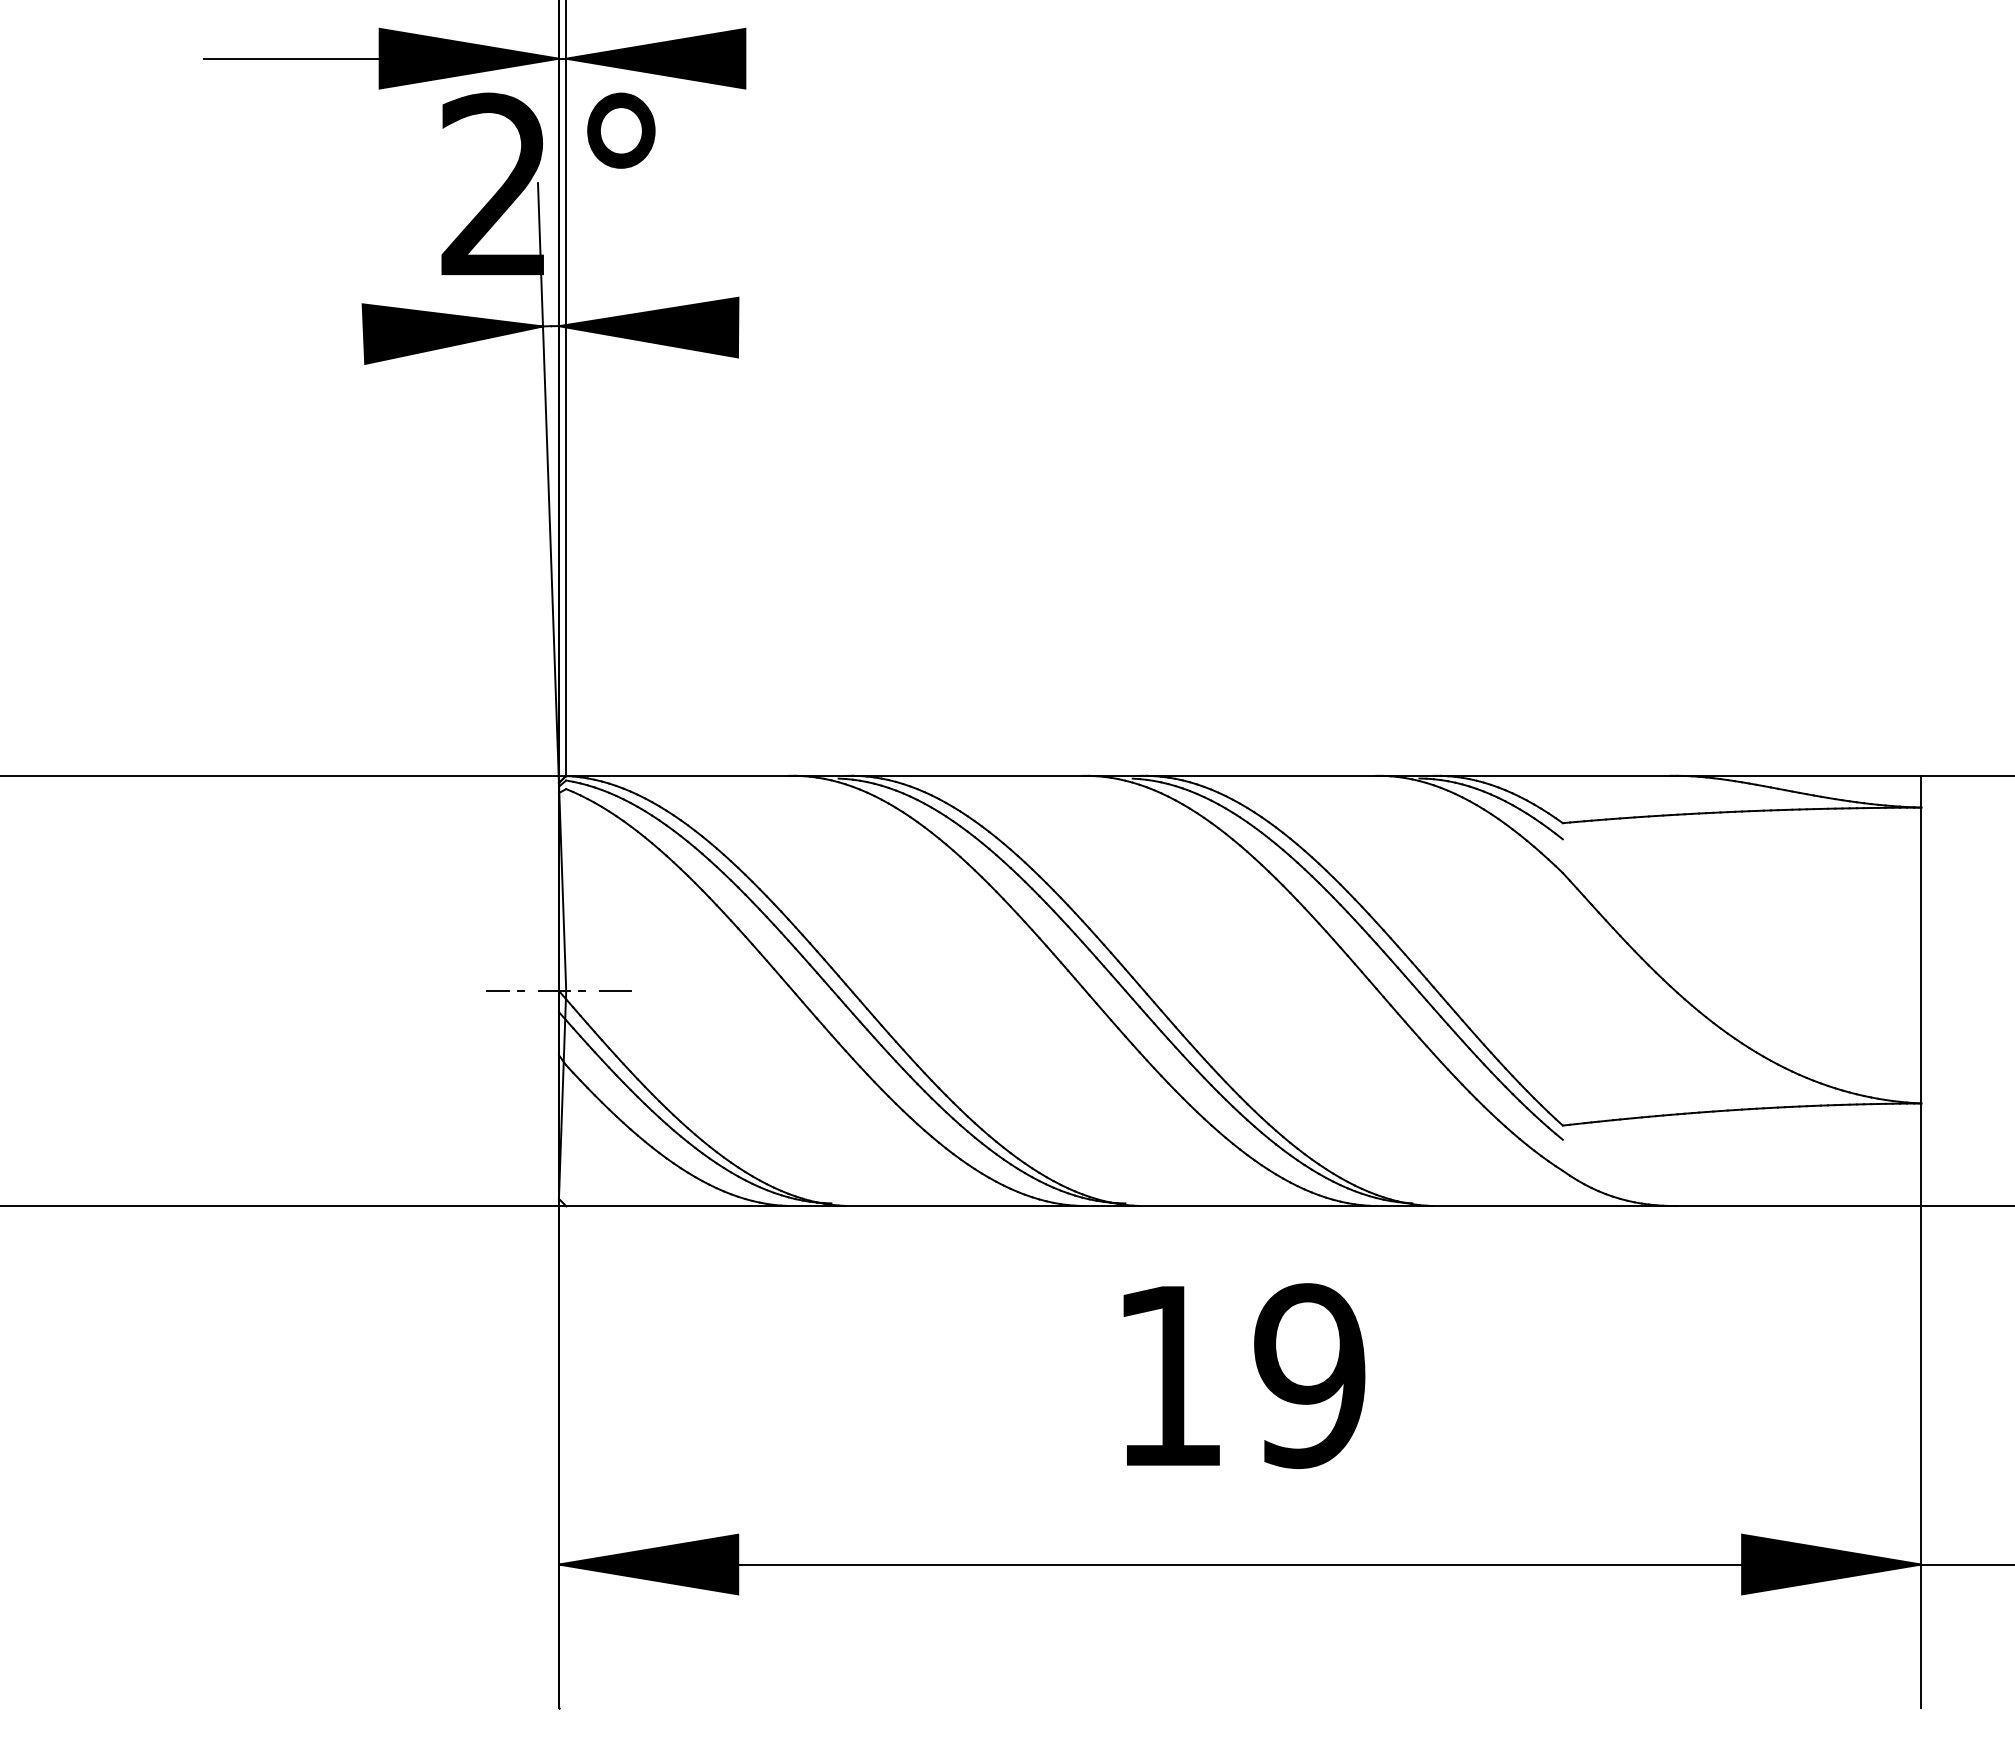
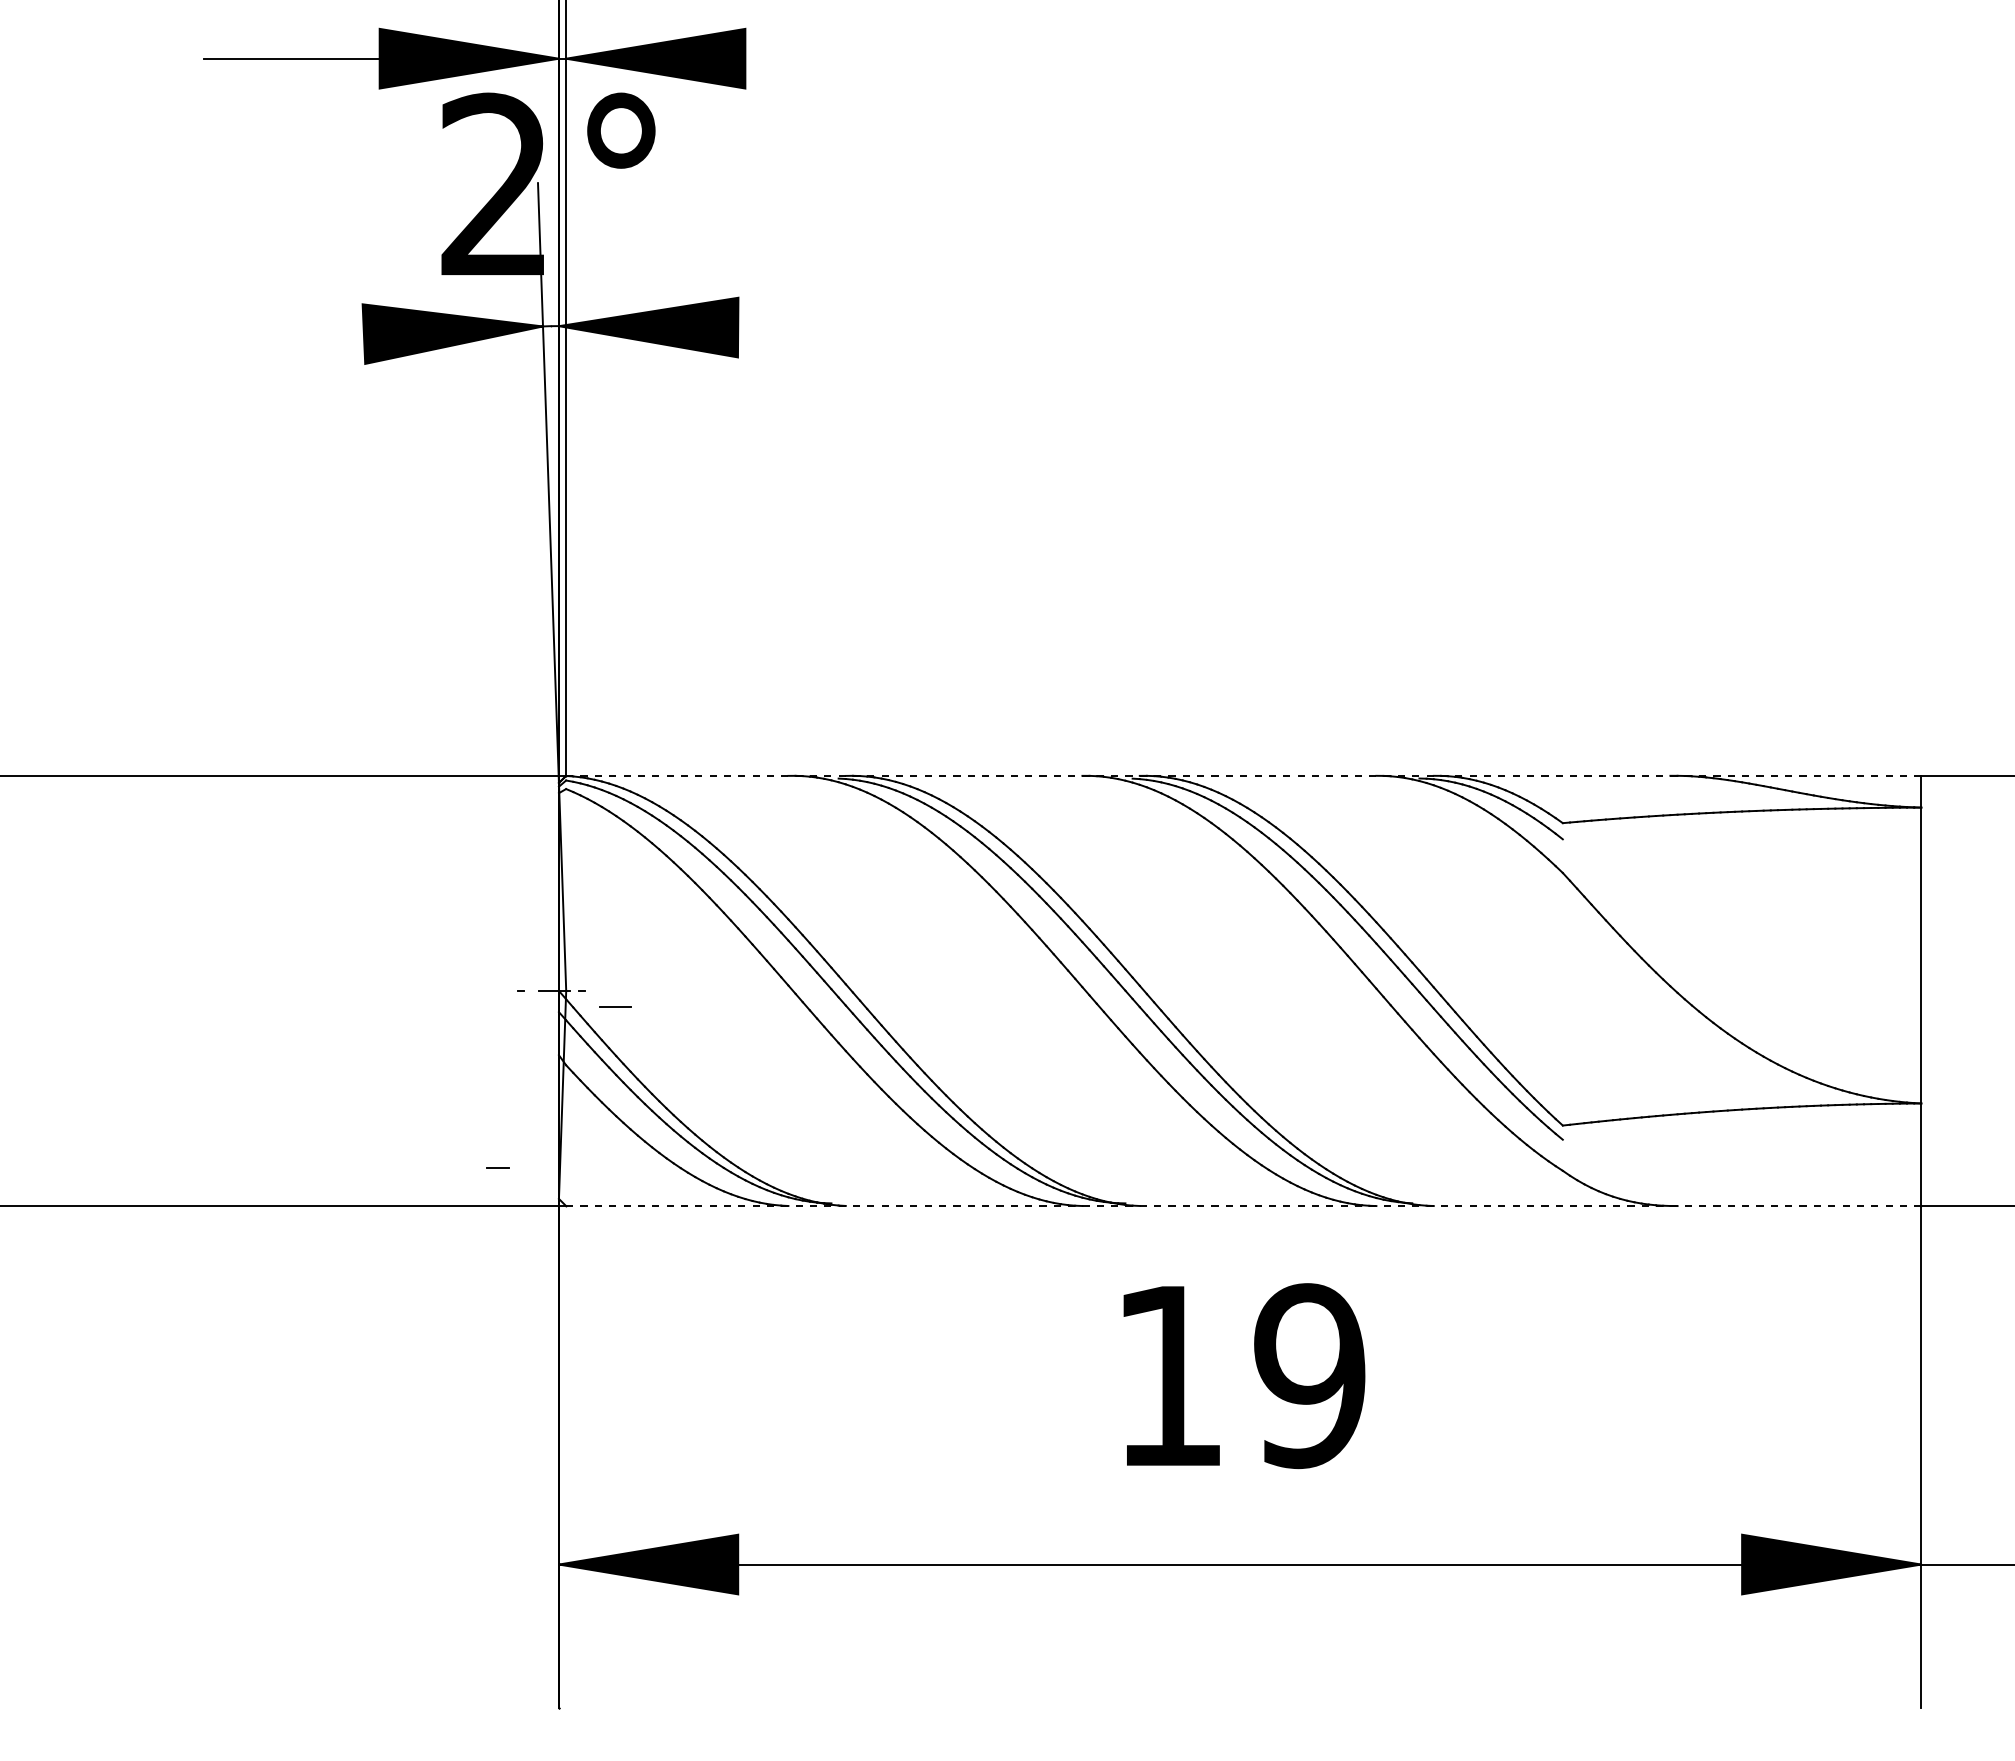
line at (1243, 775): solid -> dashed
line at (497, 990) position: (497, 990) -> (497, 1167)
line at (615, 990) position: (615, 990) -> (615, 1006)
line at (1243, 1206): solid -> dashed
